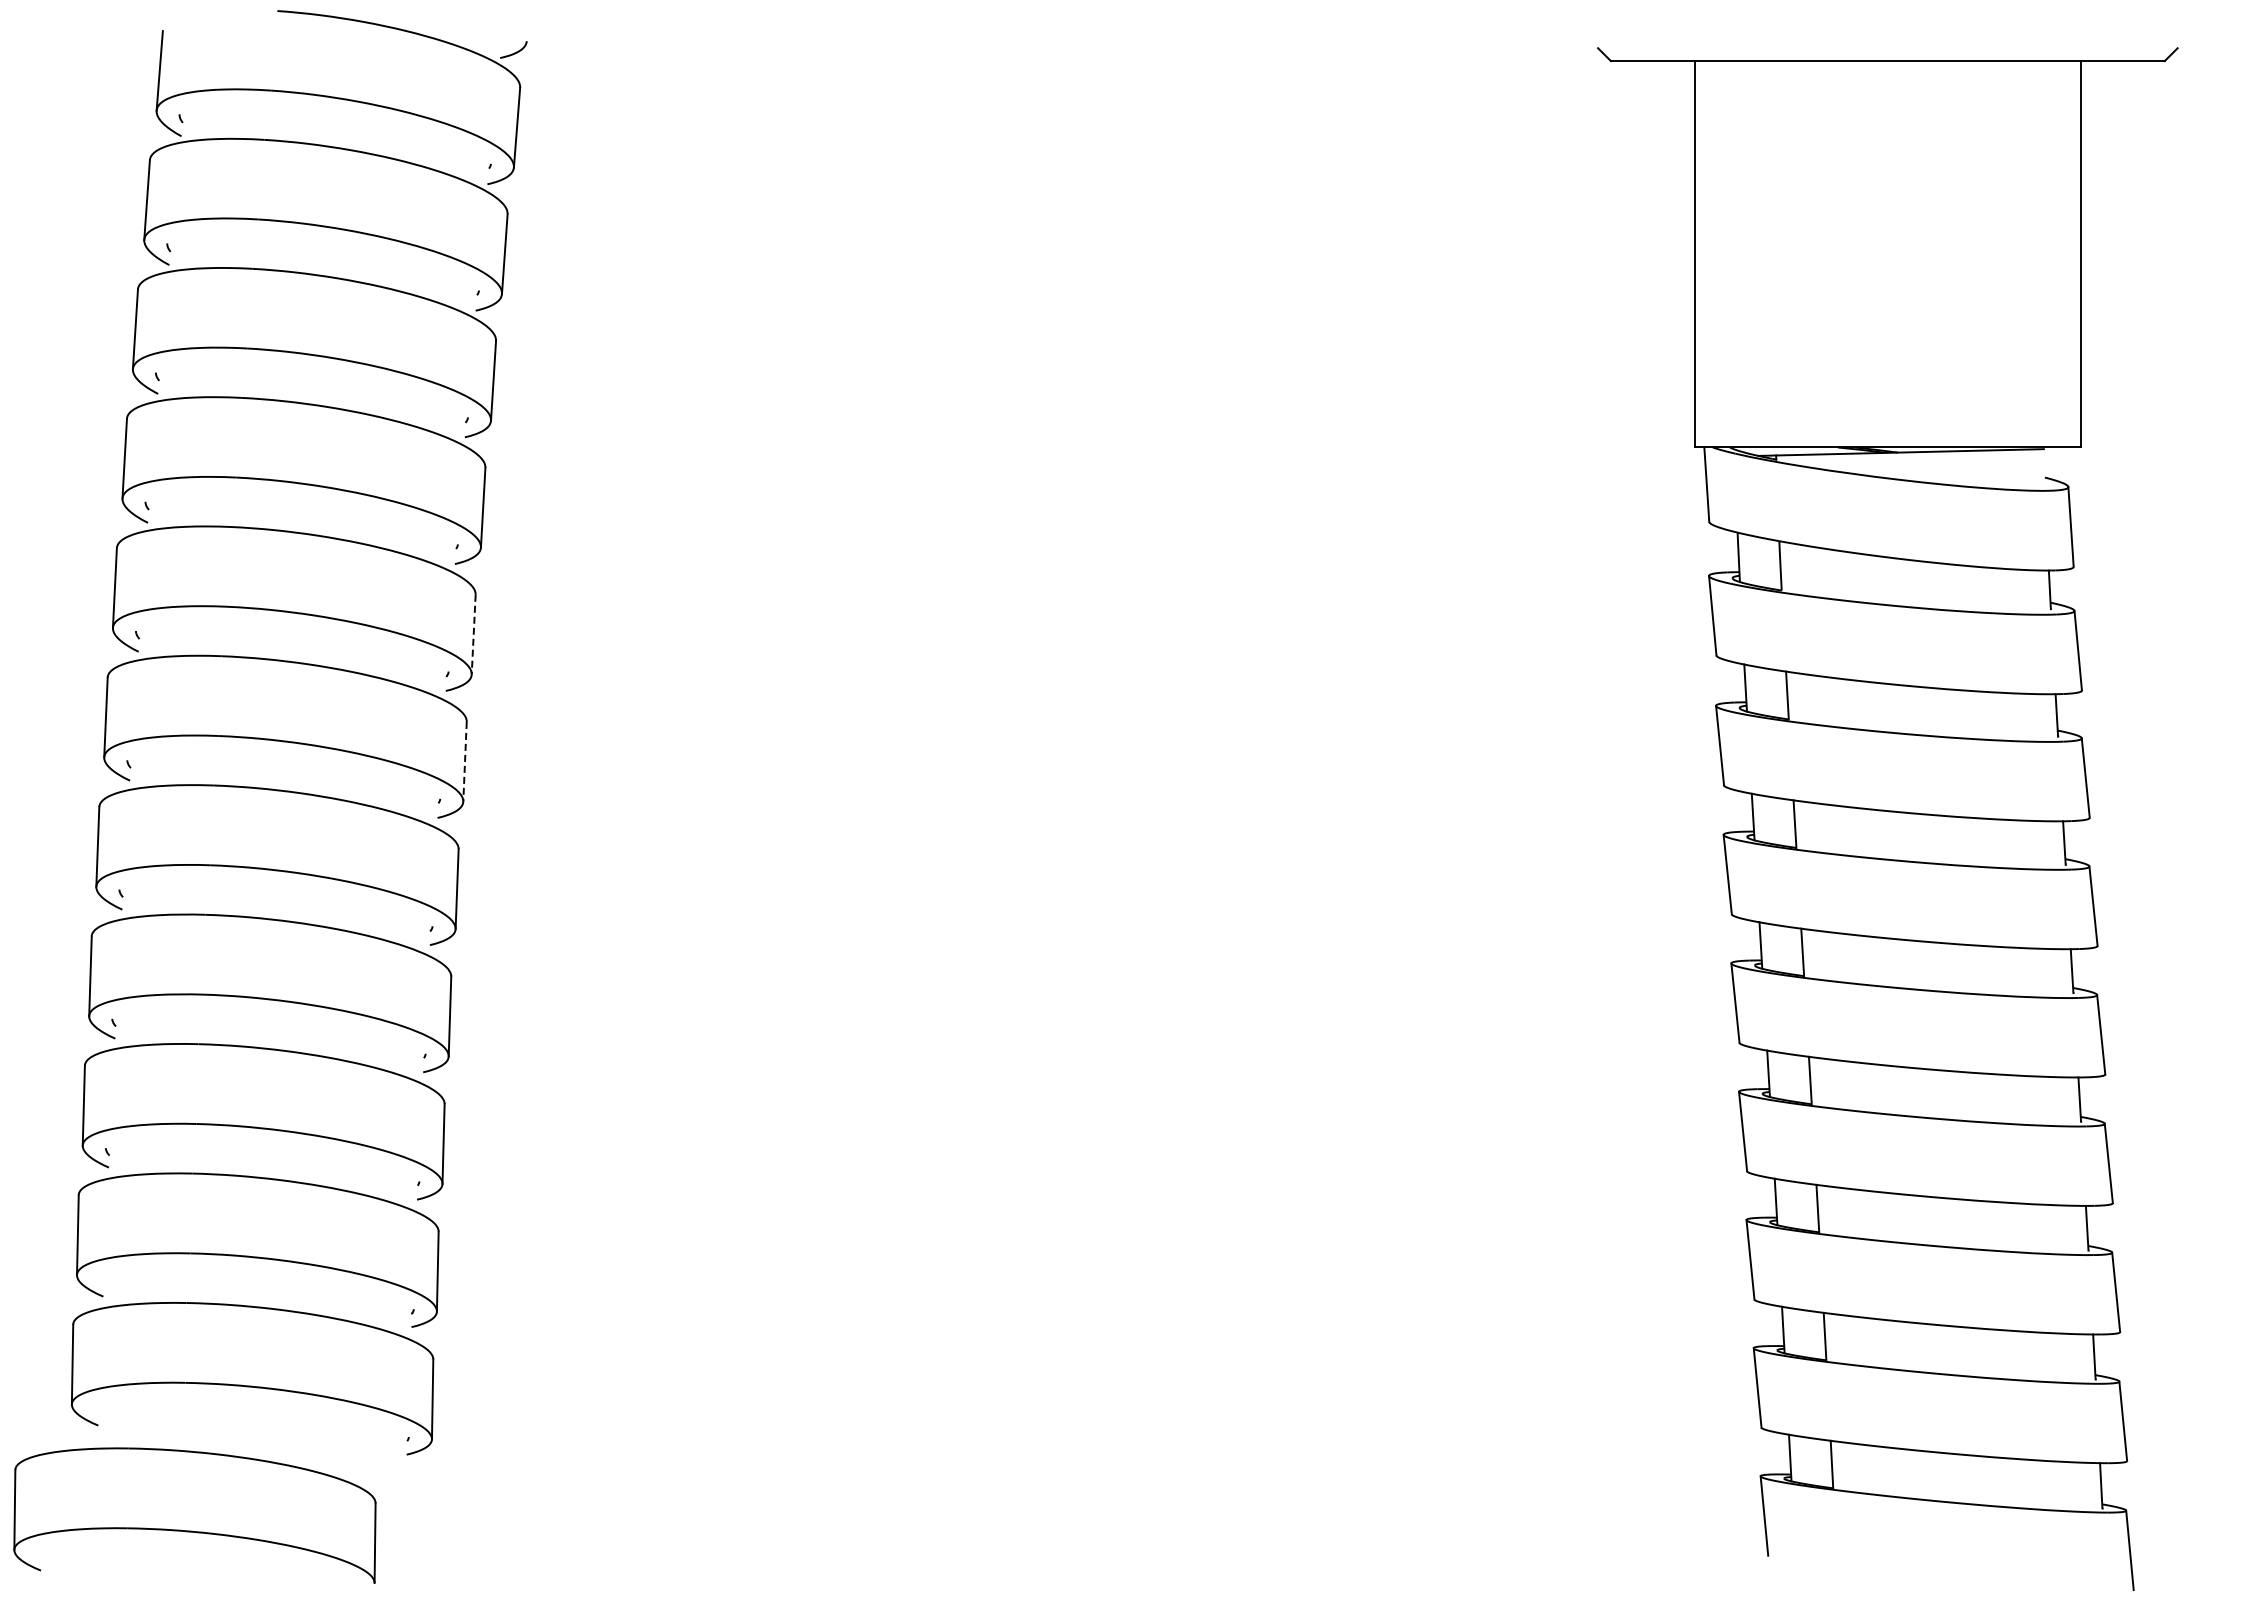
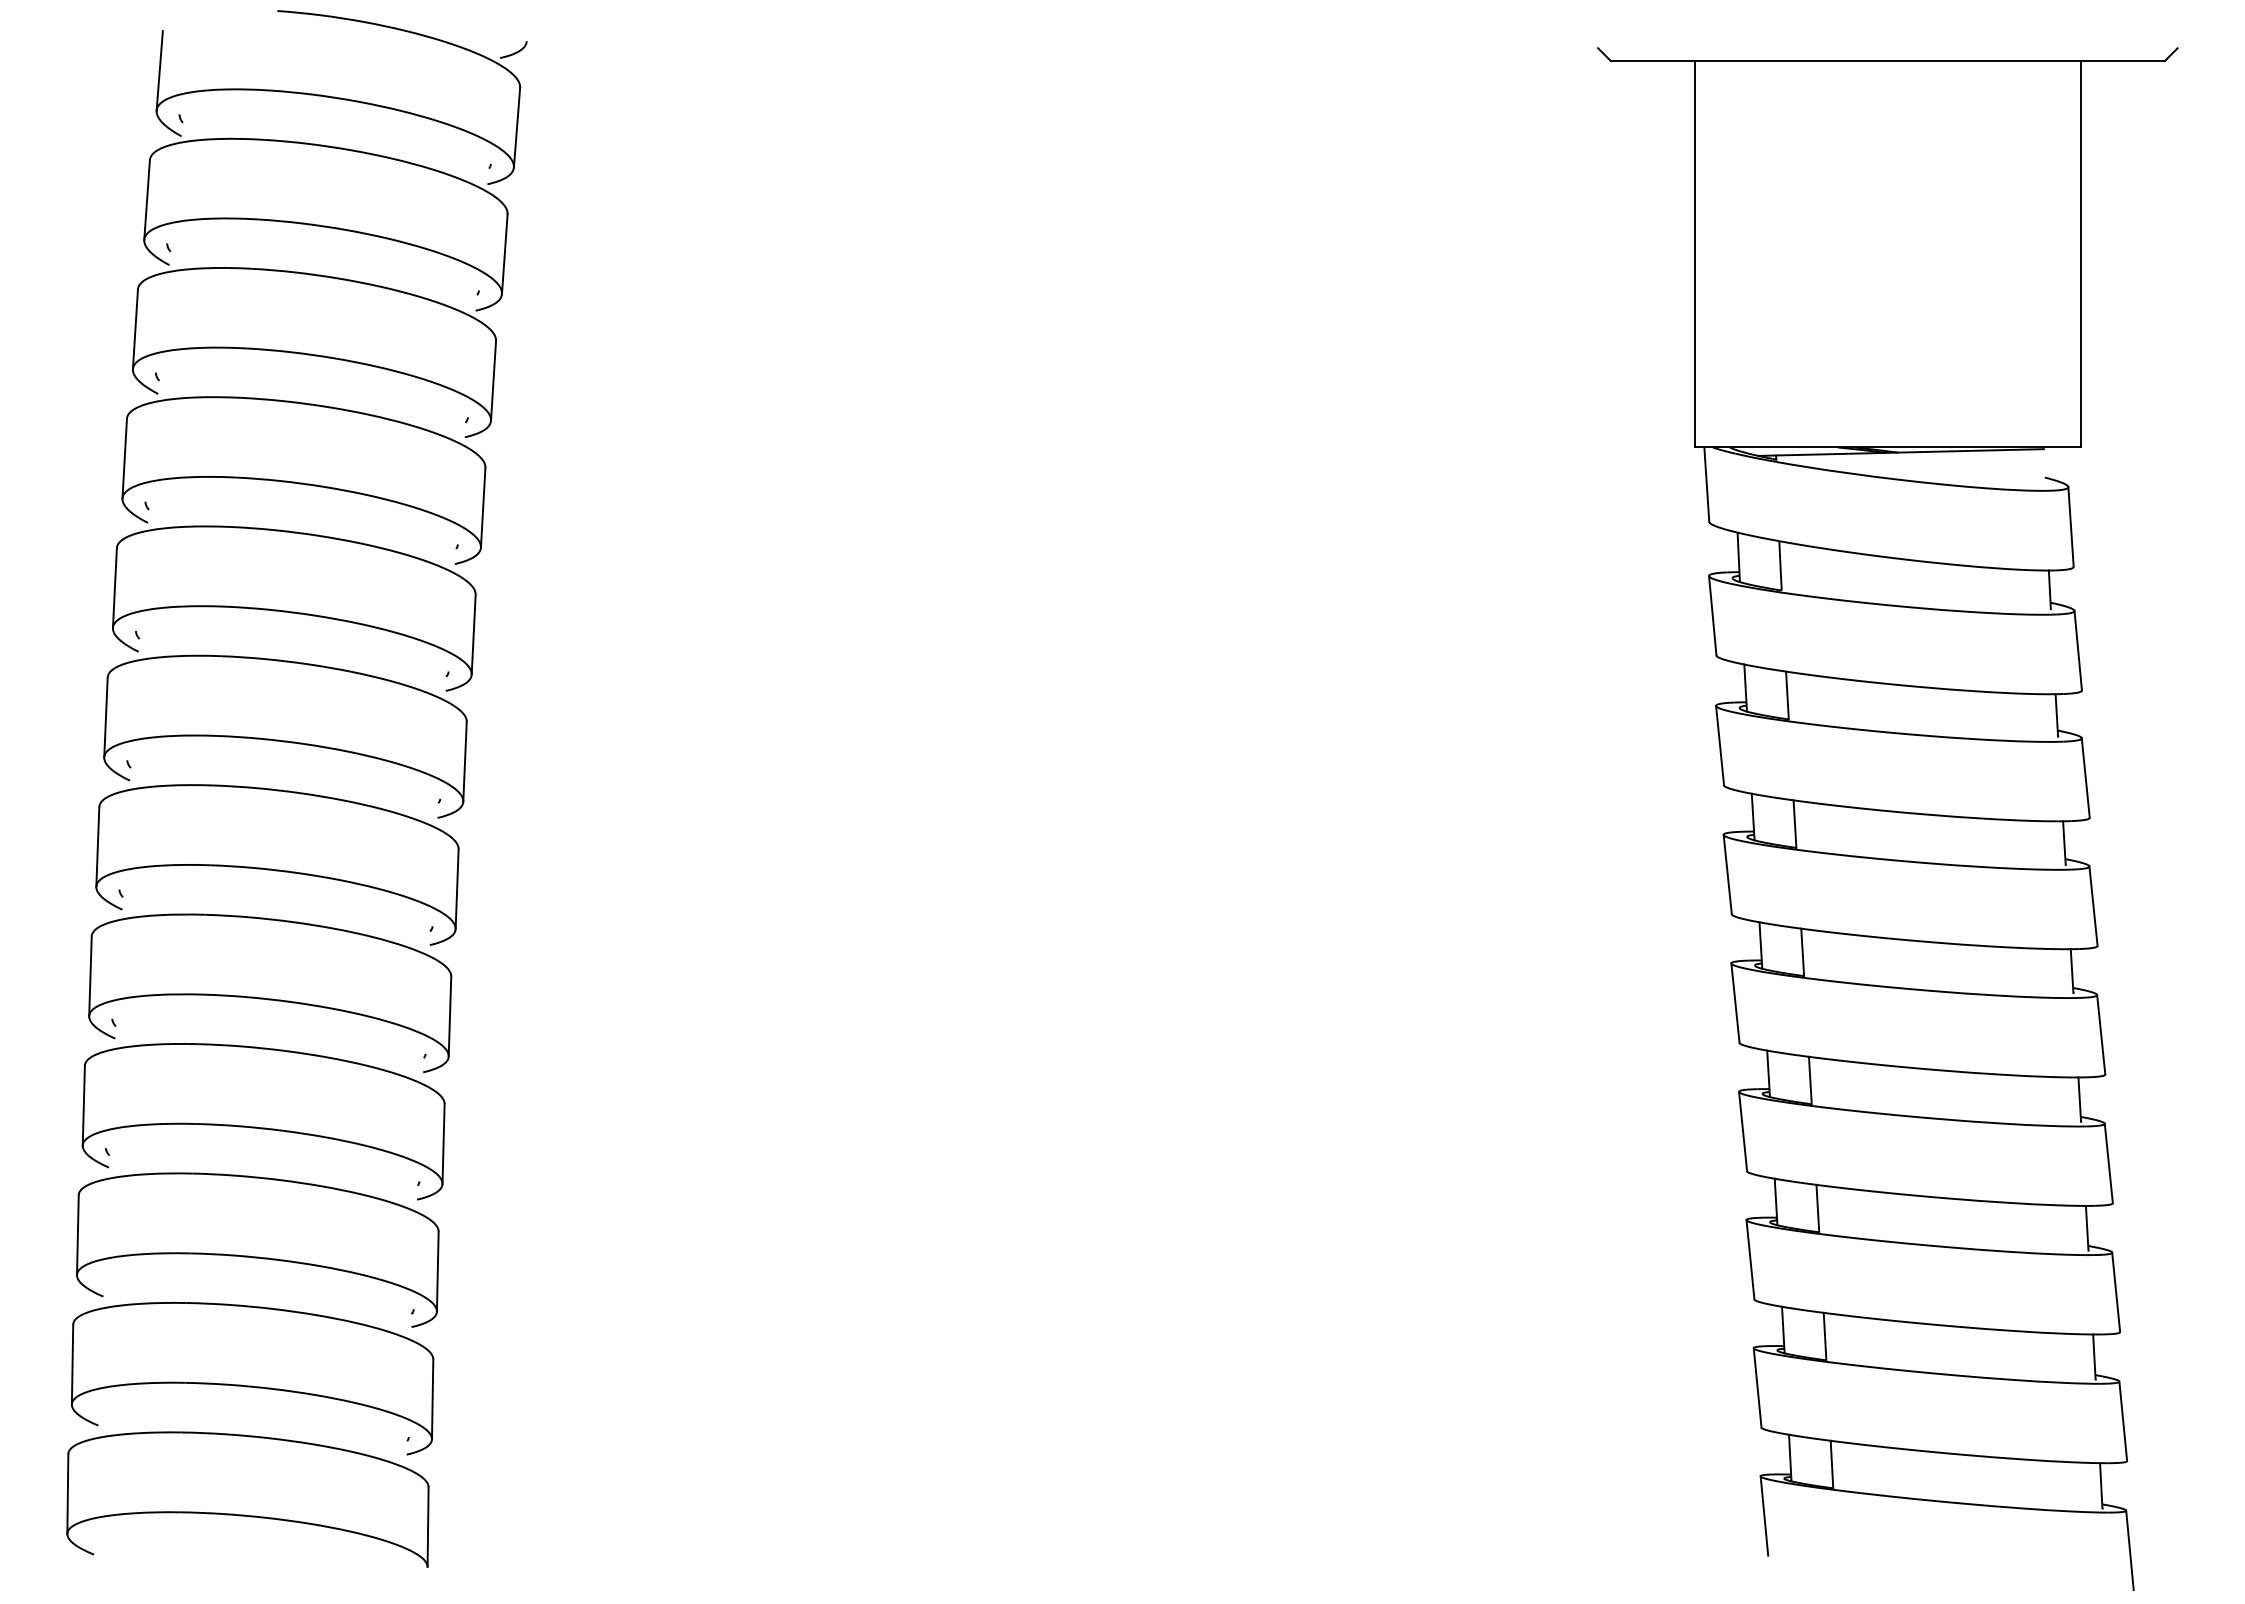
line at (473, 634): dashed -> solid
line at (465, 761): dashed -> solid
part at (194, 1515) position: (194, 1515) -> (247, 1499)
